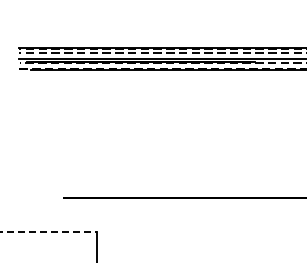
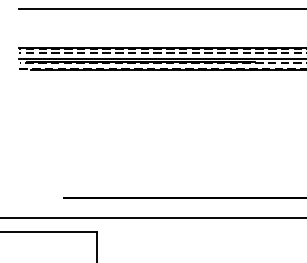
line at (160, 9): none -> present
line at (152, 218): none -> present
line at (49, 231): dashed -> solid
